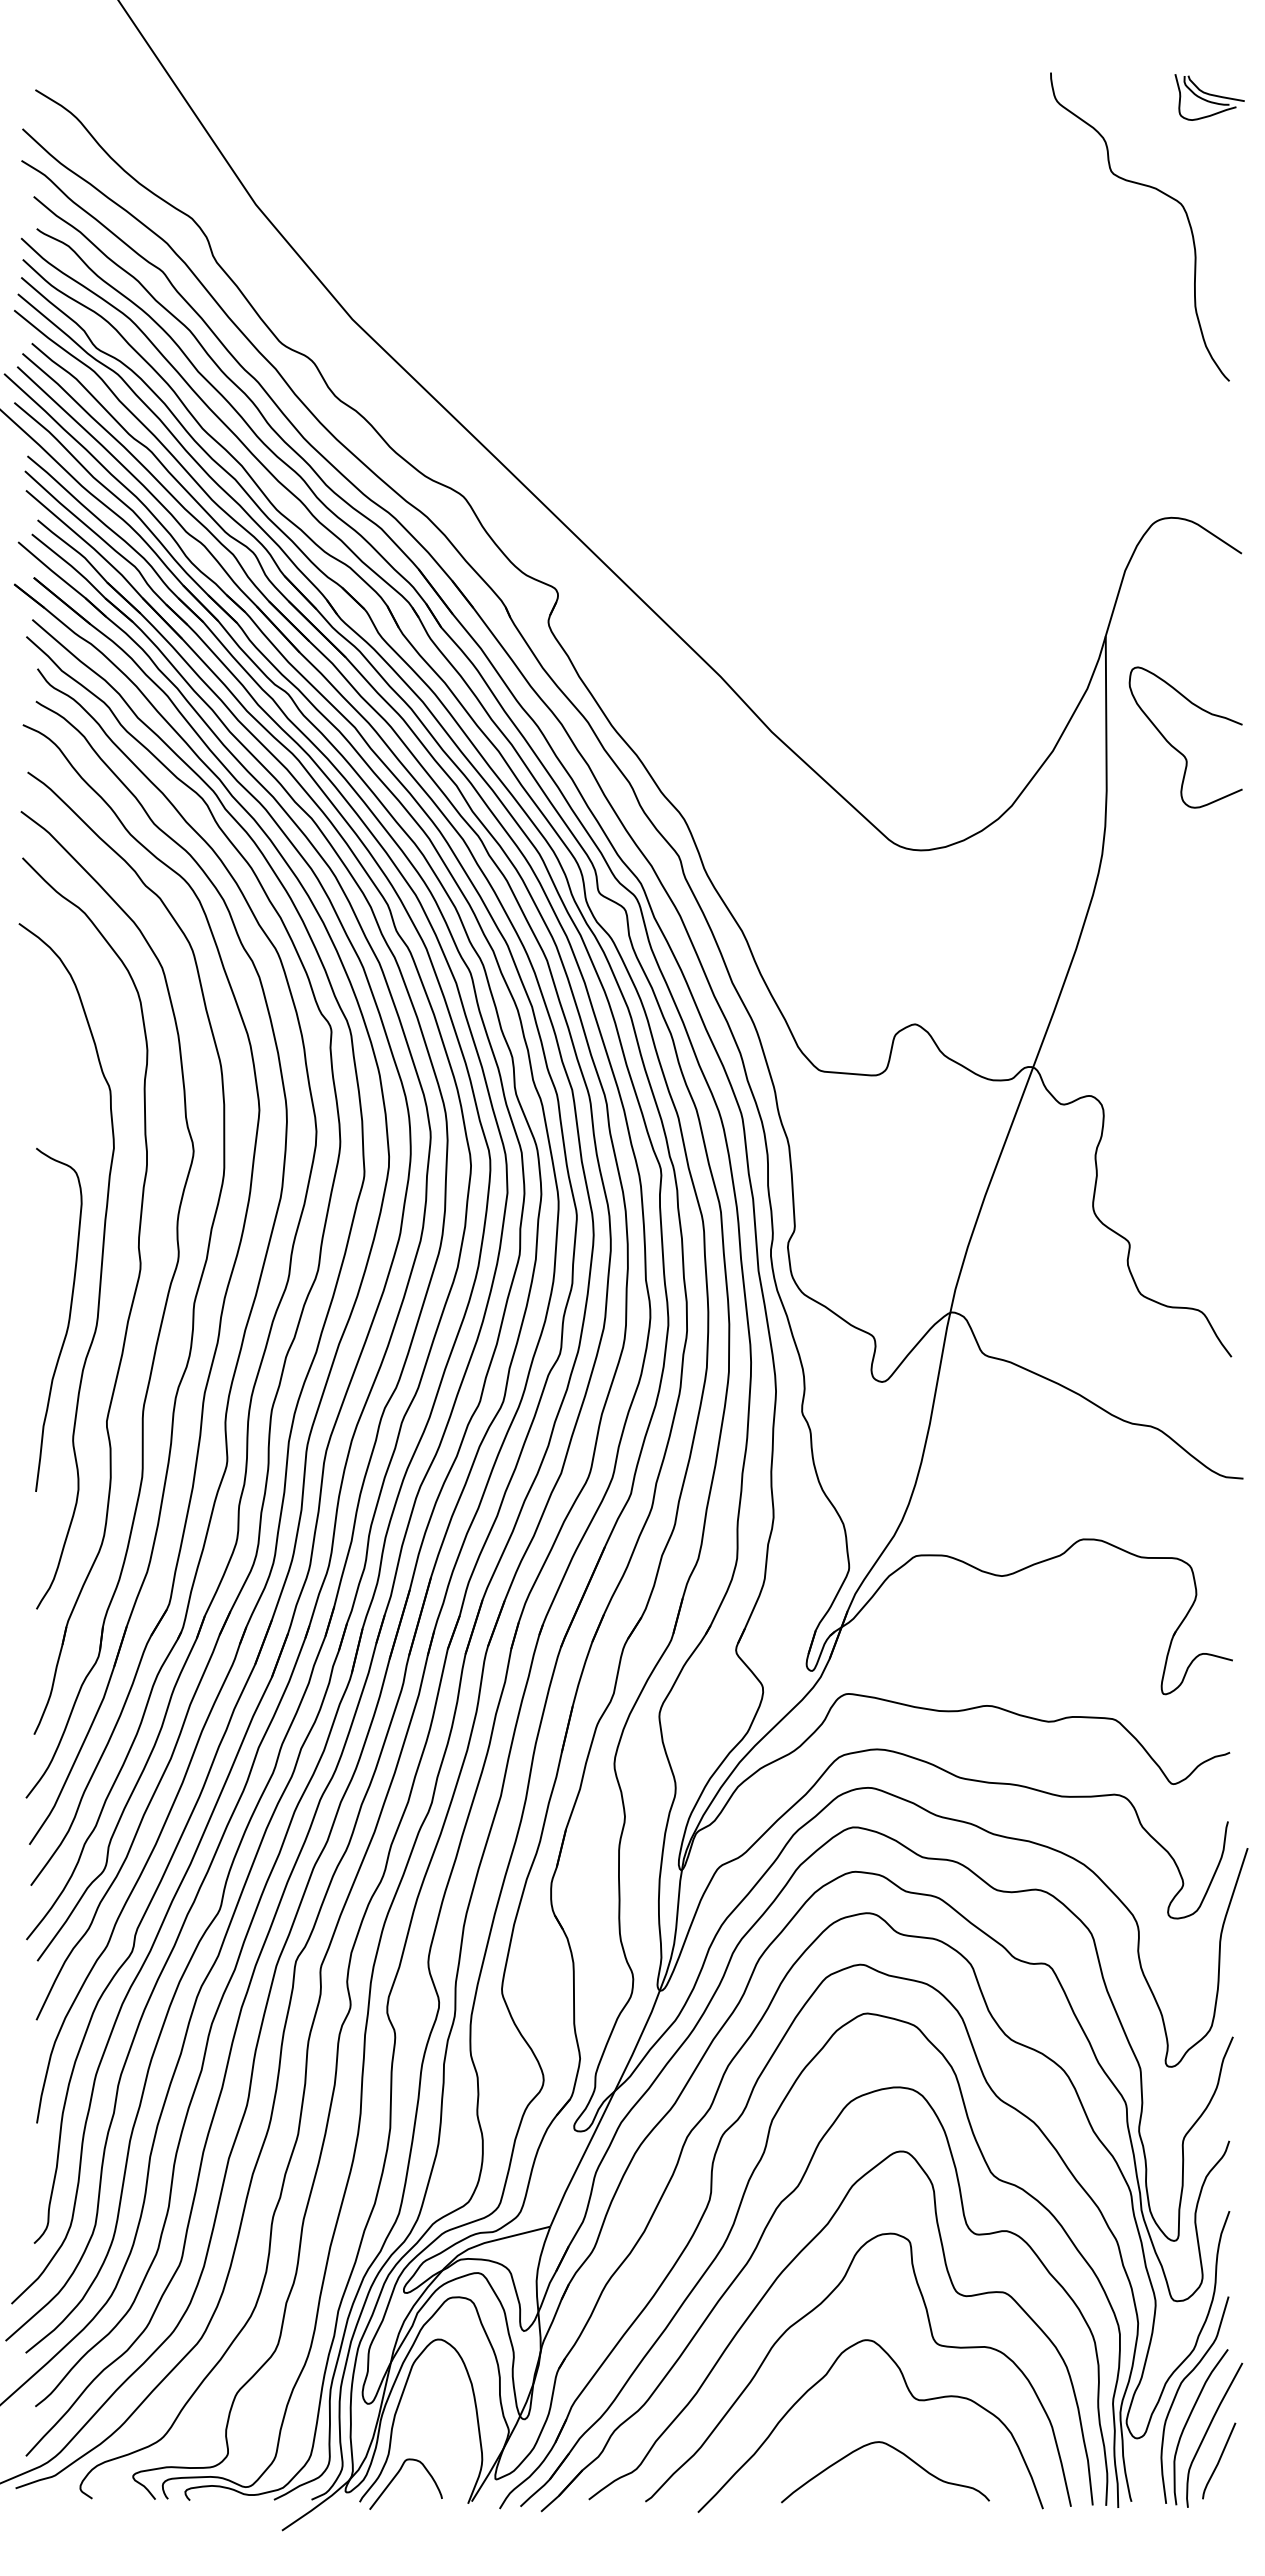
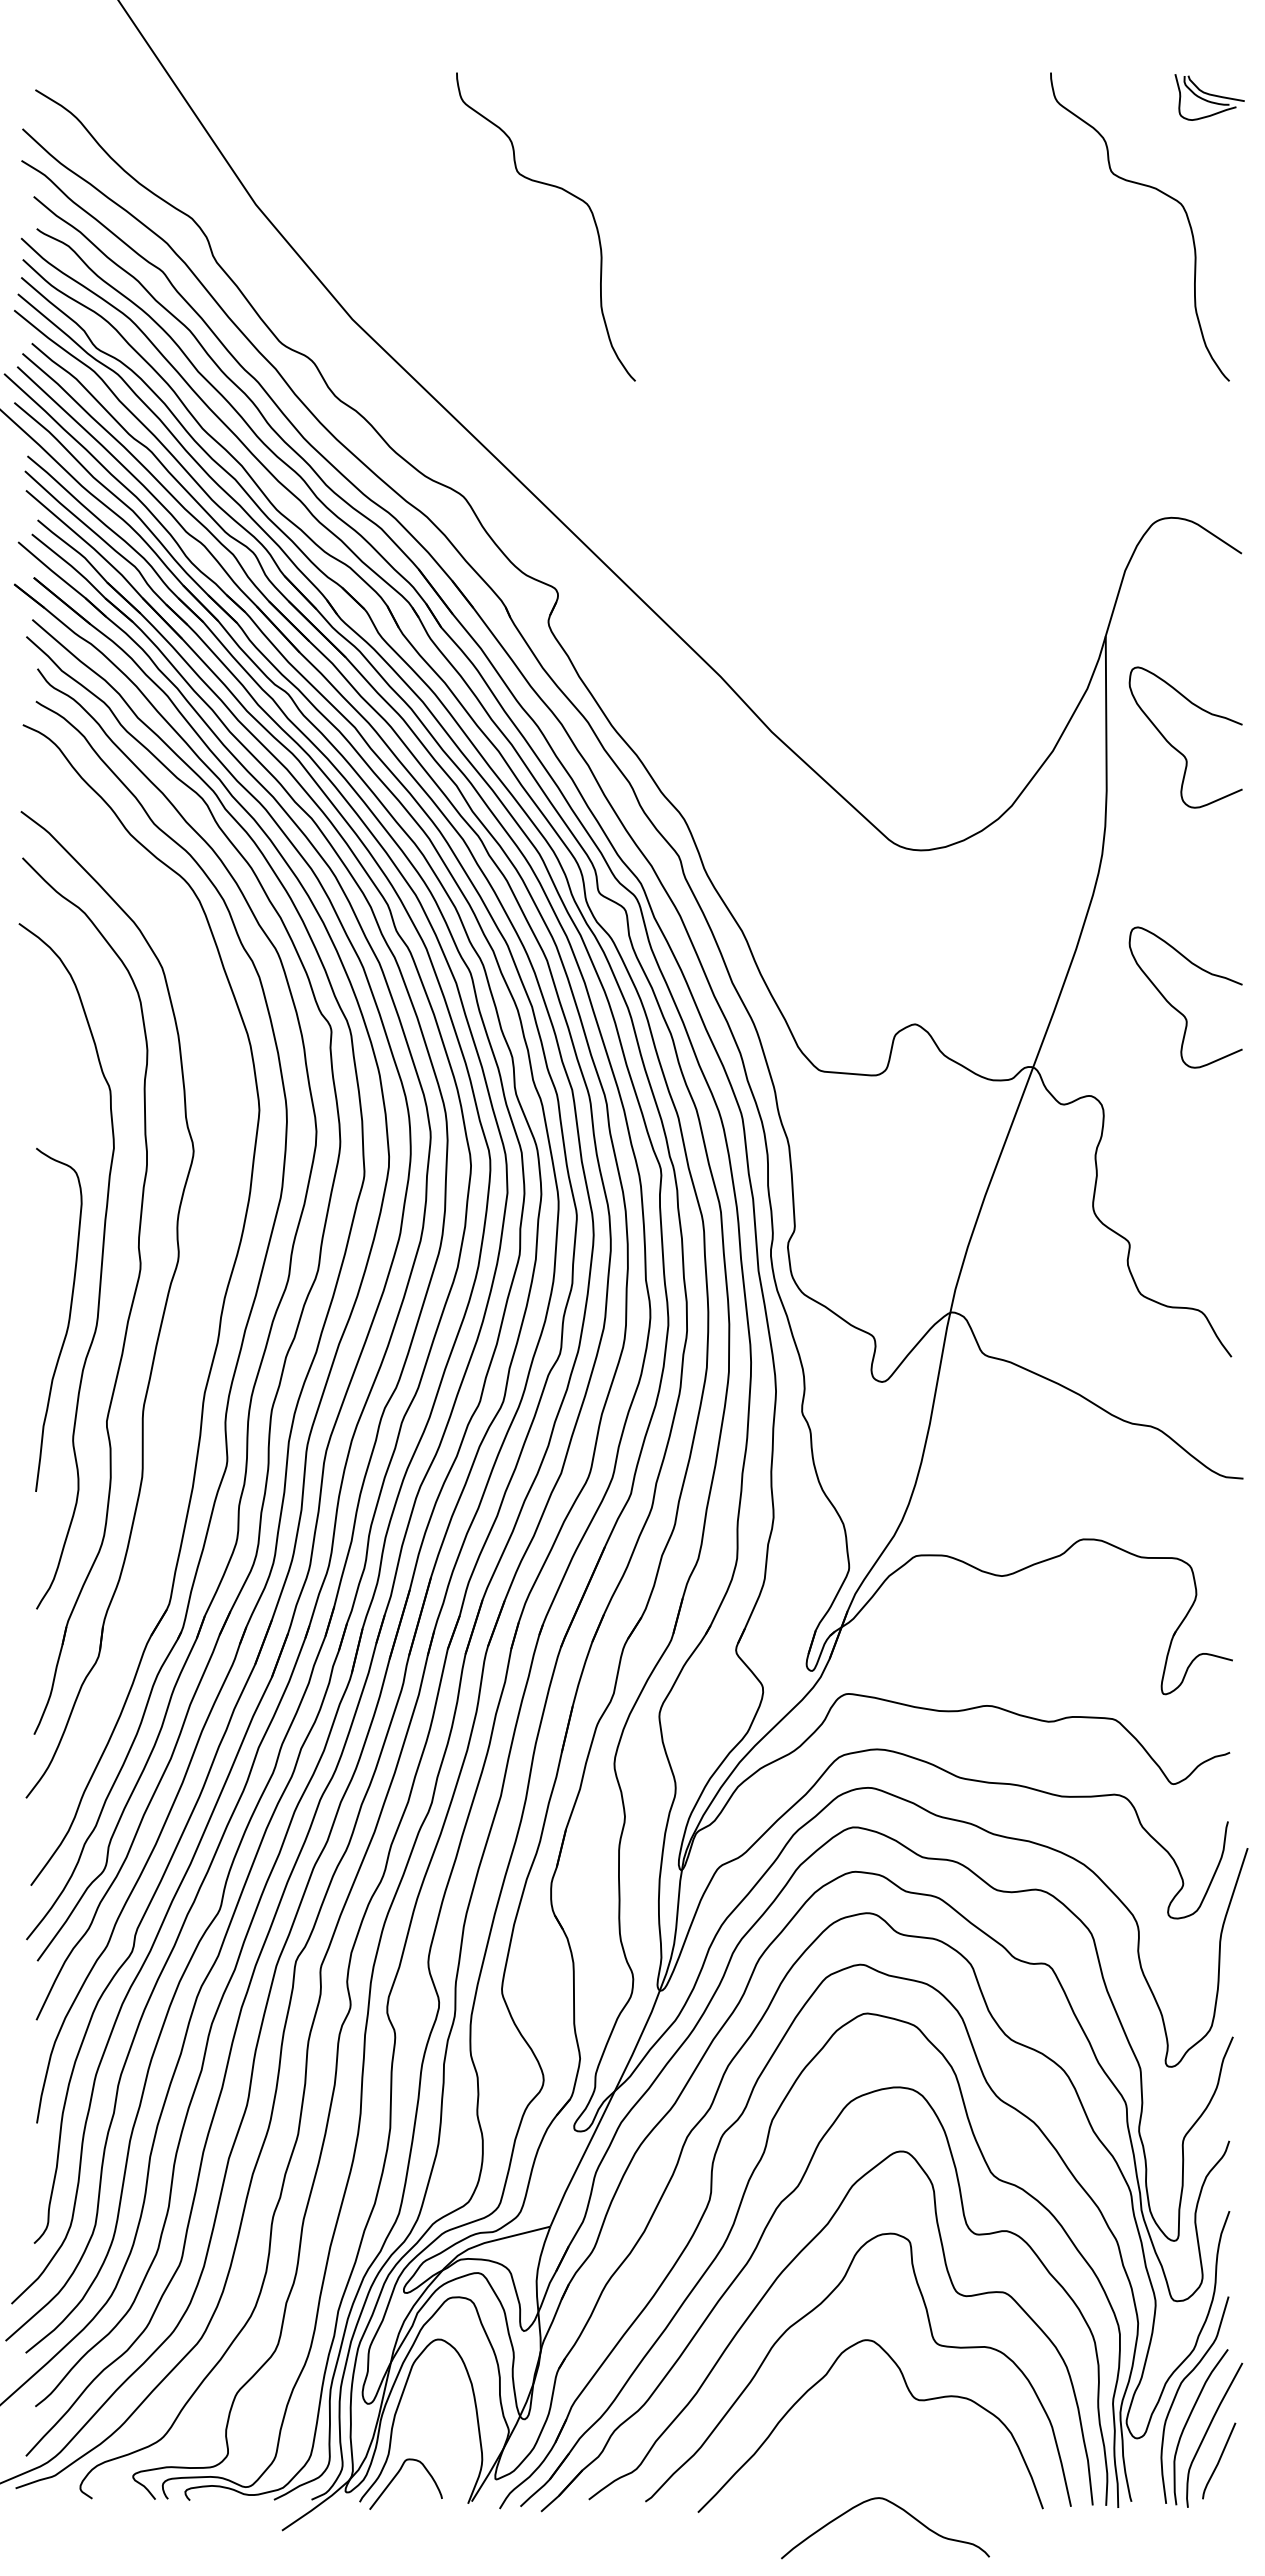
curve at (562, 190): none -> present
curve at (1175, 1007): none -> present
part at (192, 1308): present -> none
curve at (895, 2450) position: (895, 2450) -> (895, 2506)
